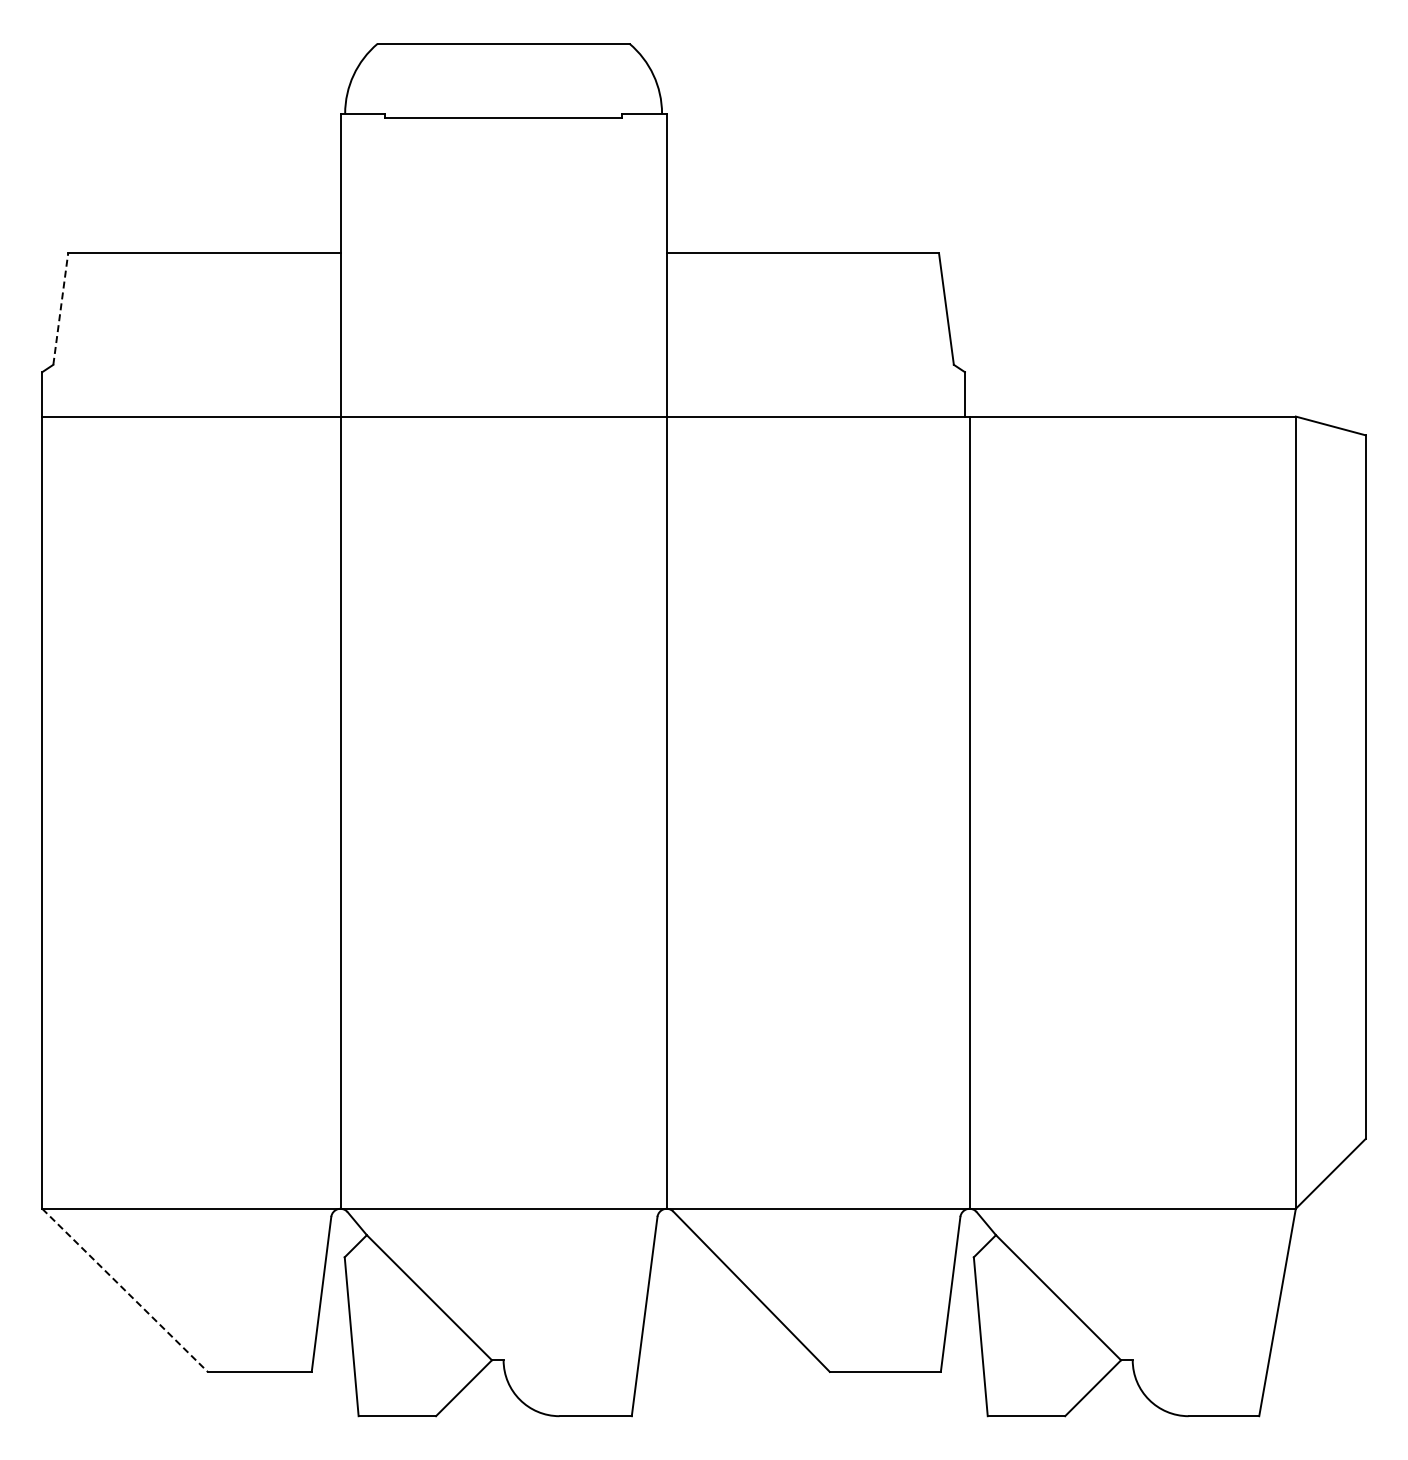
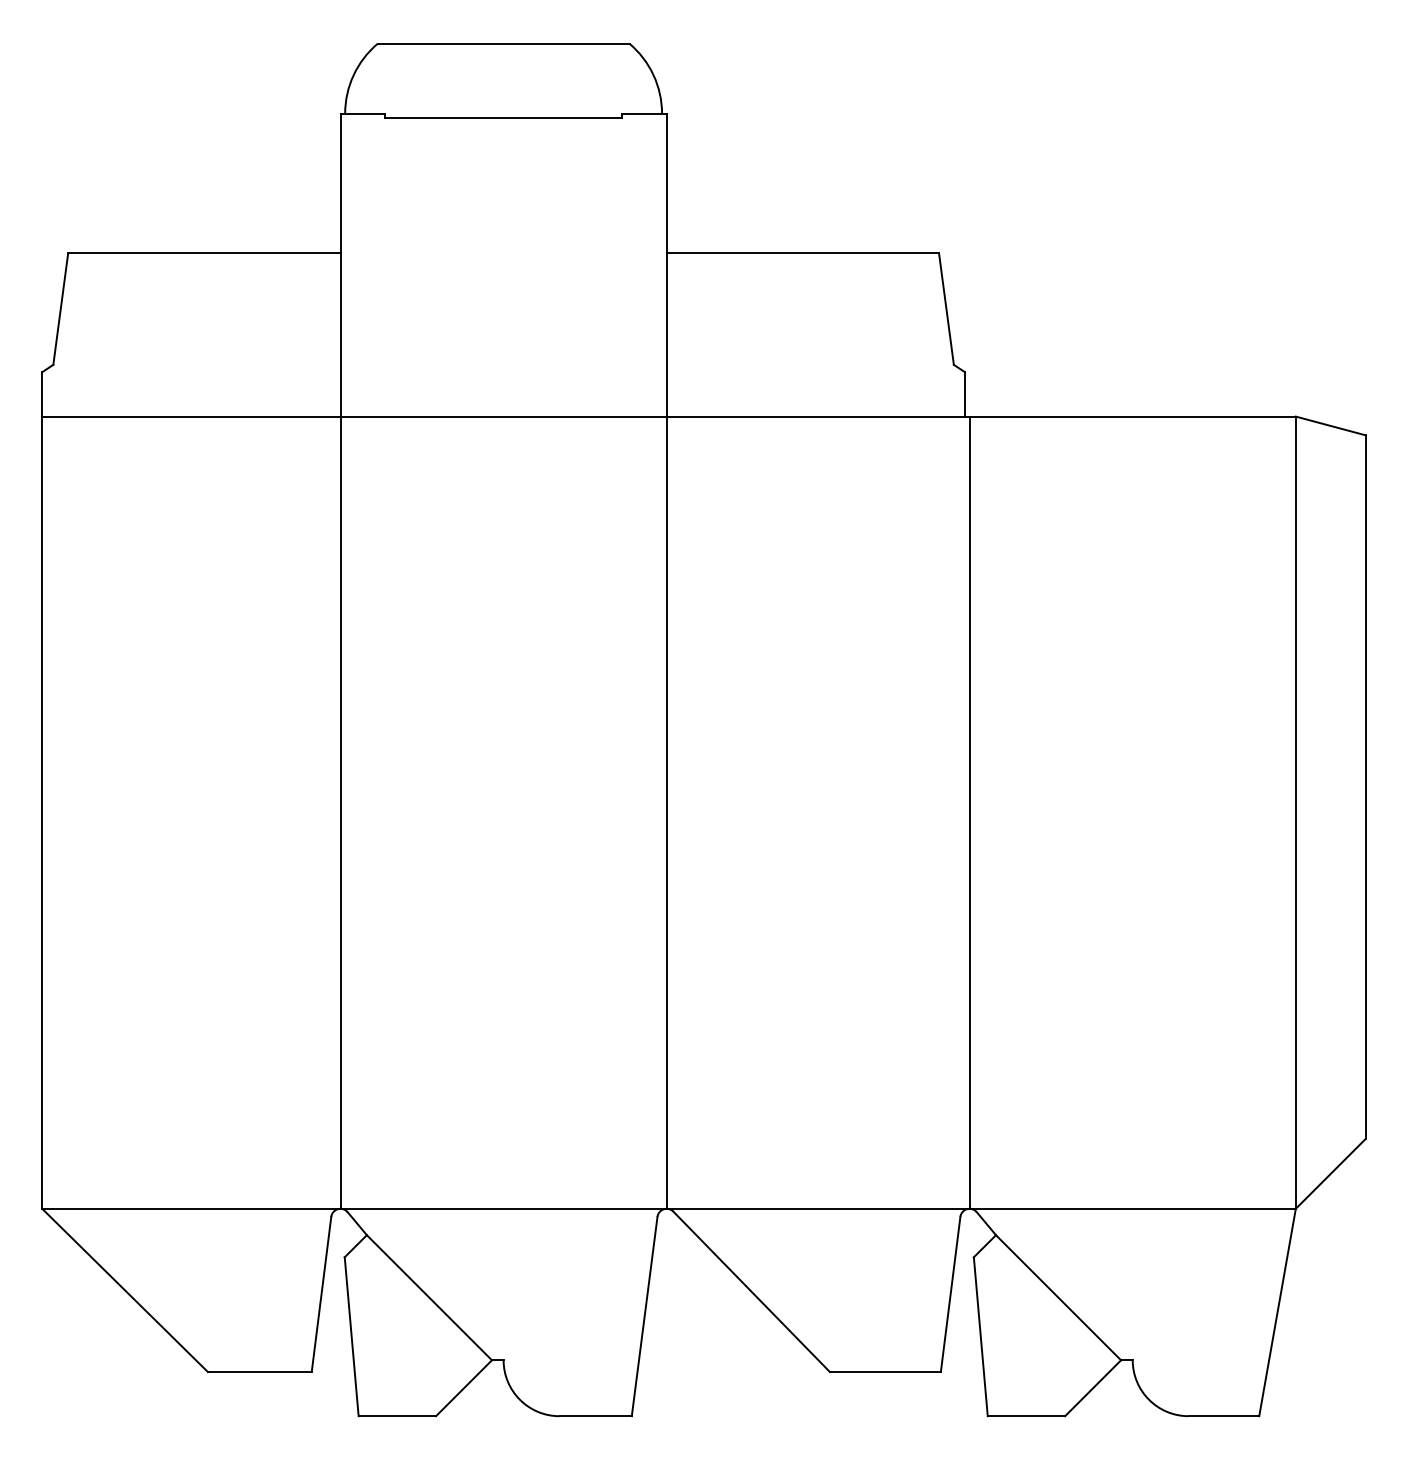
line at (60, 308): dashed -> solid
line at (125, 1290): dashed -> solid
